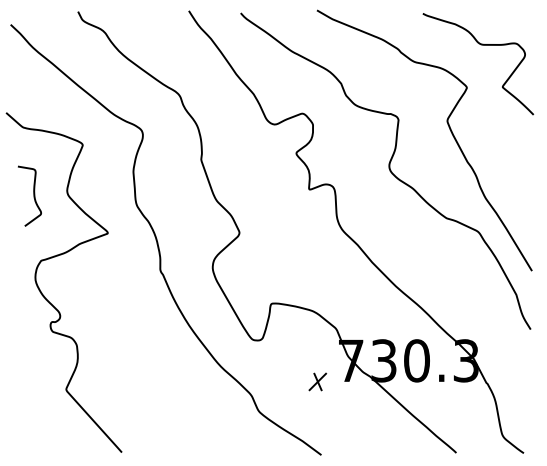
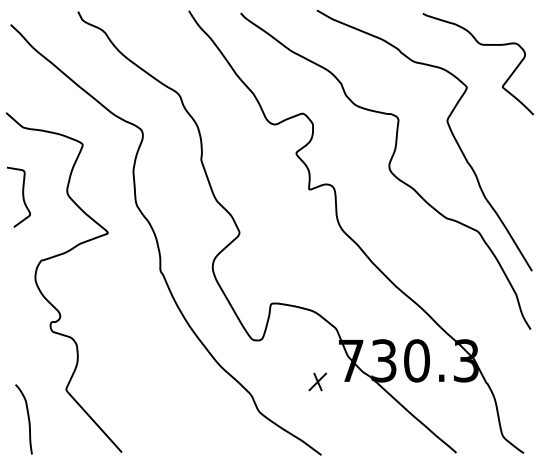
curve at (33, 195) position: (33, 195) -> (22, 196)
curve at (27, 417): none -> present
